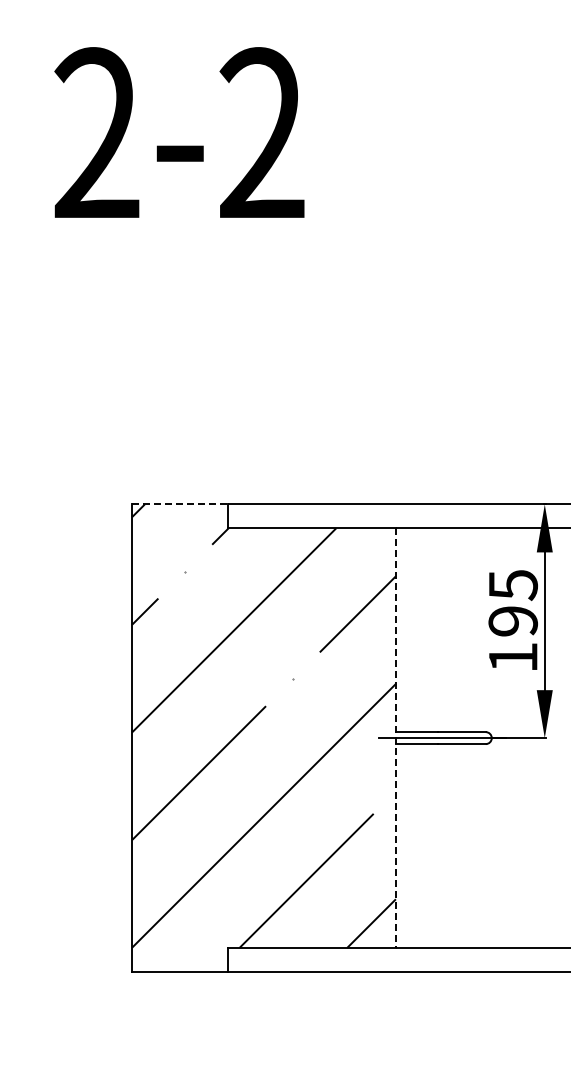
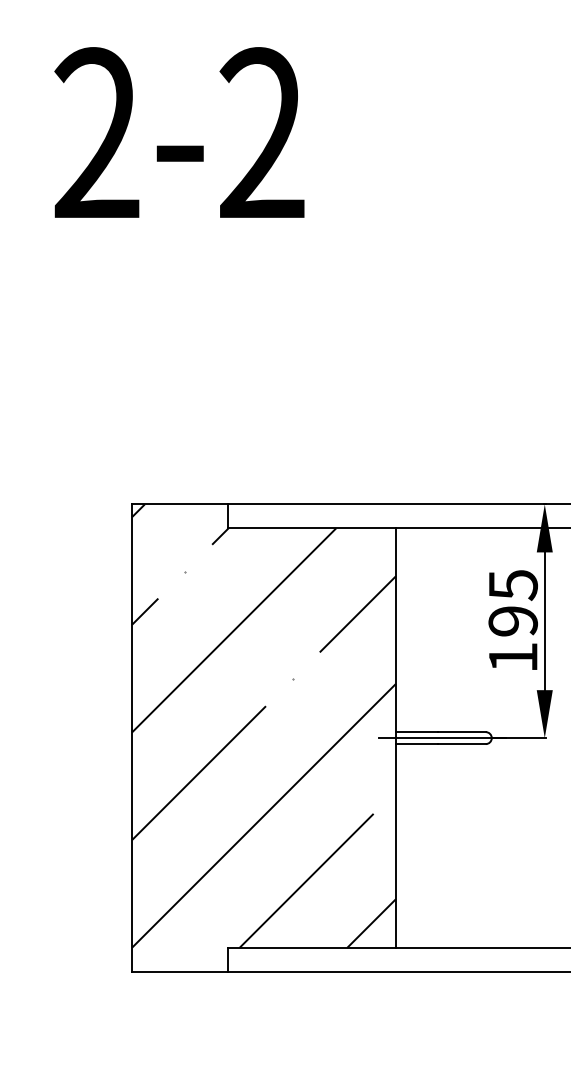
line at (180, 504): dashed -> solid
line at (395, 738): dashed -> solid
